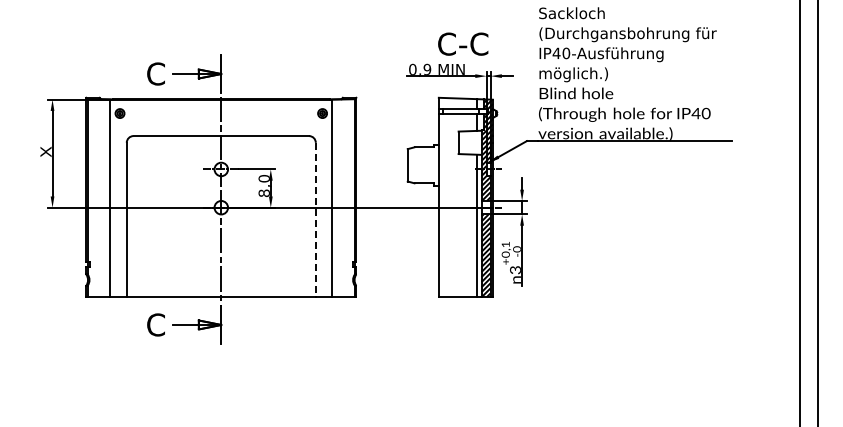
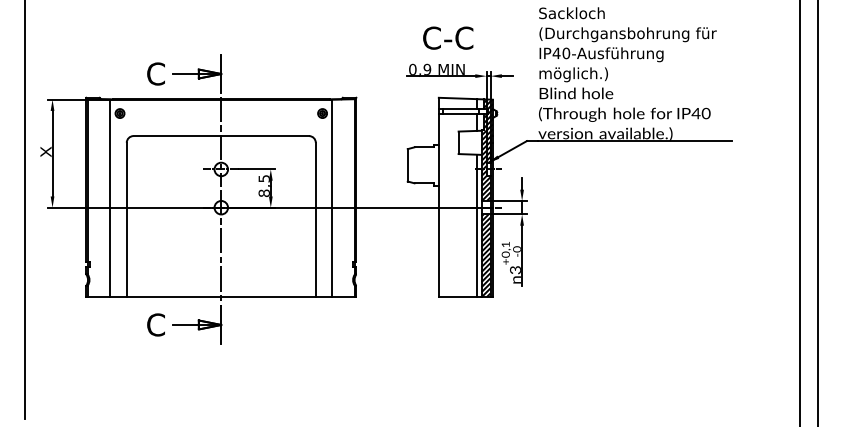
text at (463, 43) position: (463, 43) -> (448, 37)
text at (263, 178): 8,0 -> 8,5
line at (25, 210): none -> present
line at (315, 220): dashed -> solid
